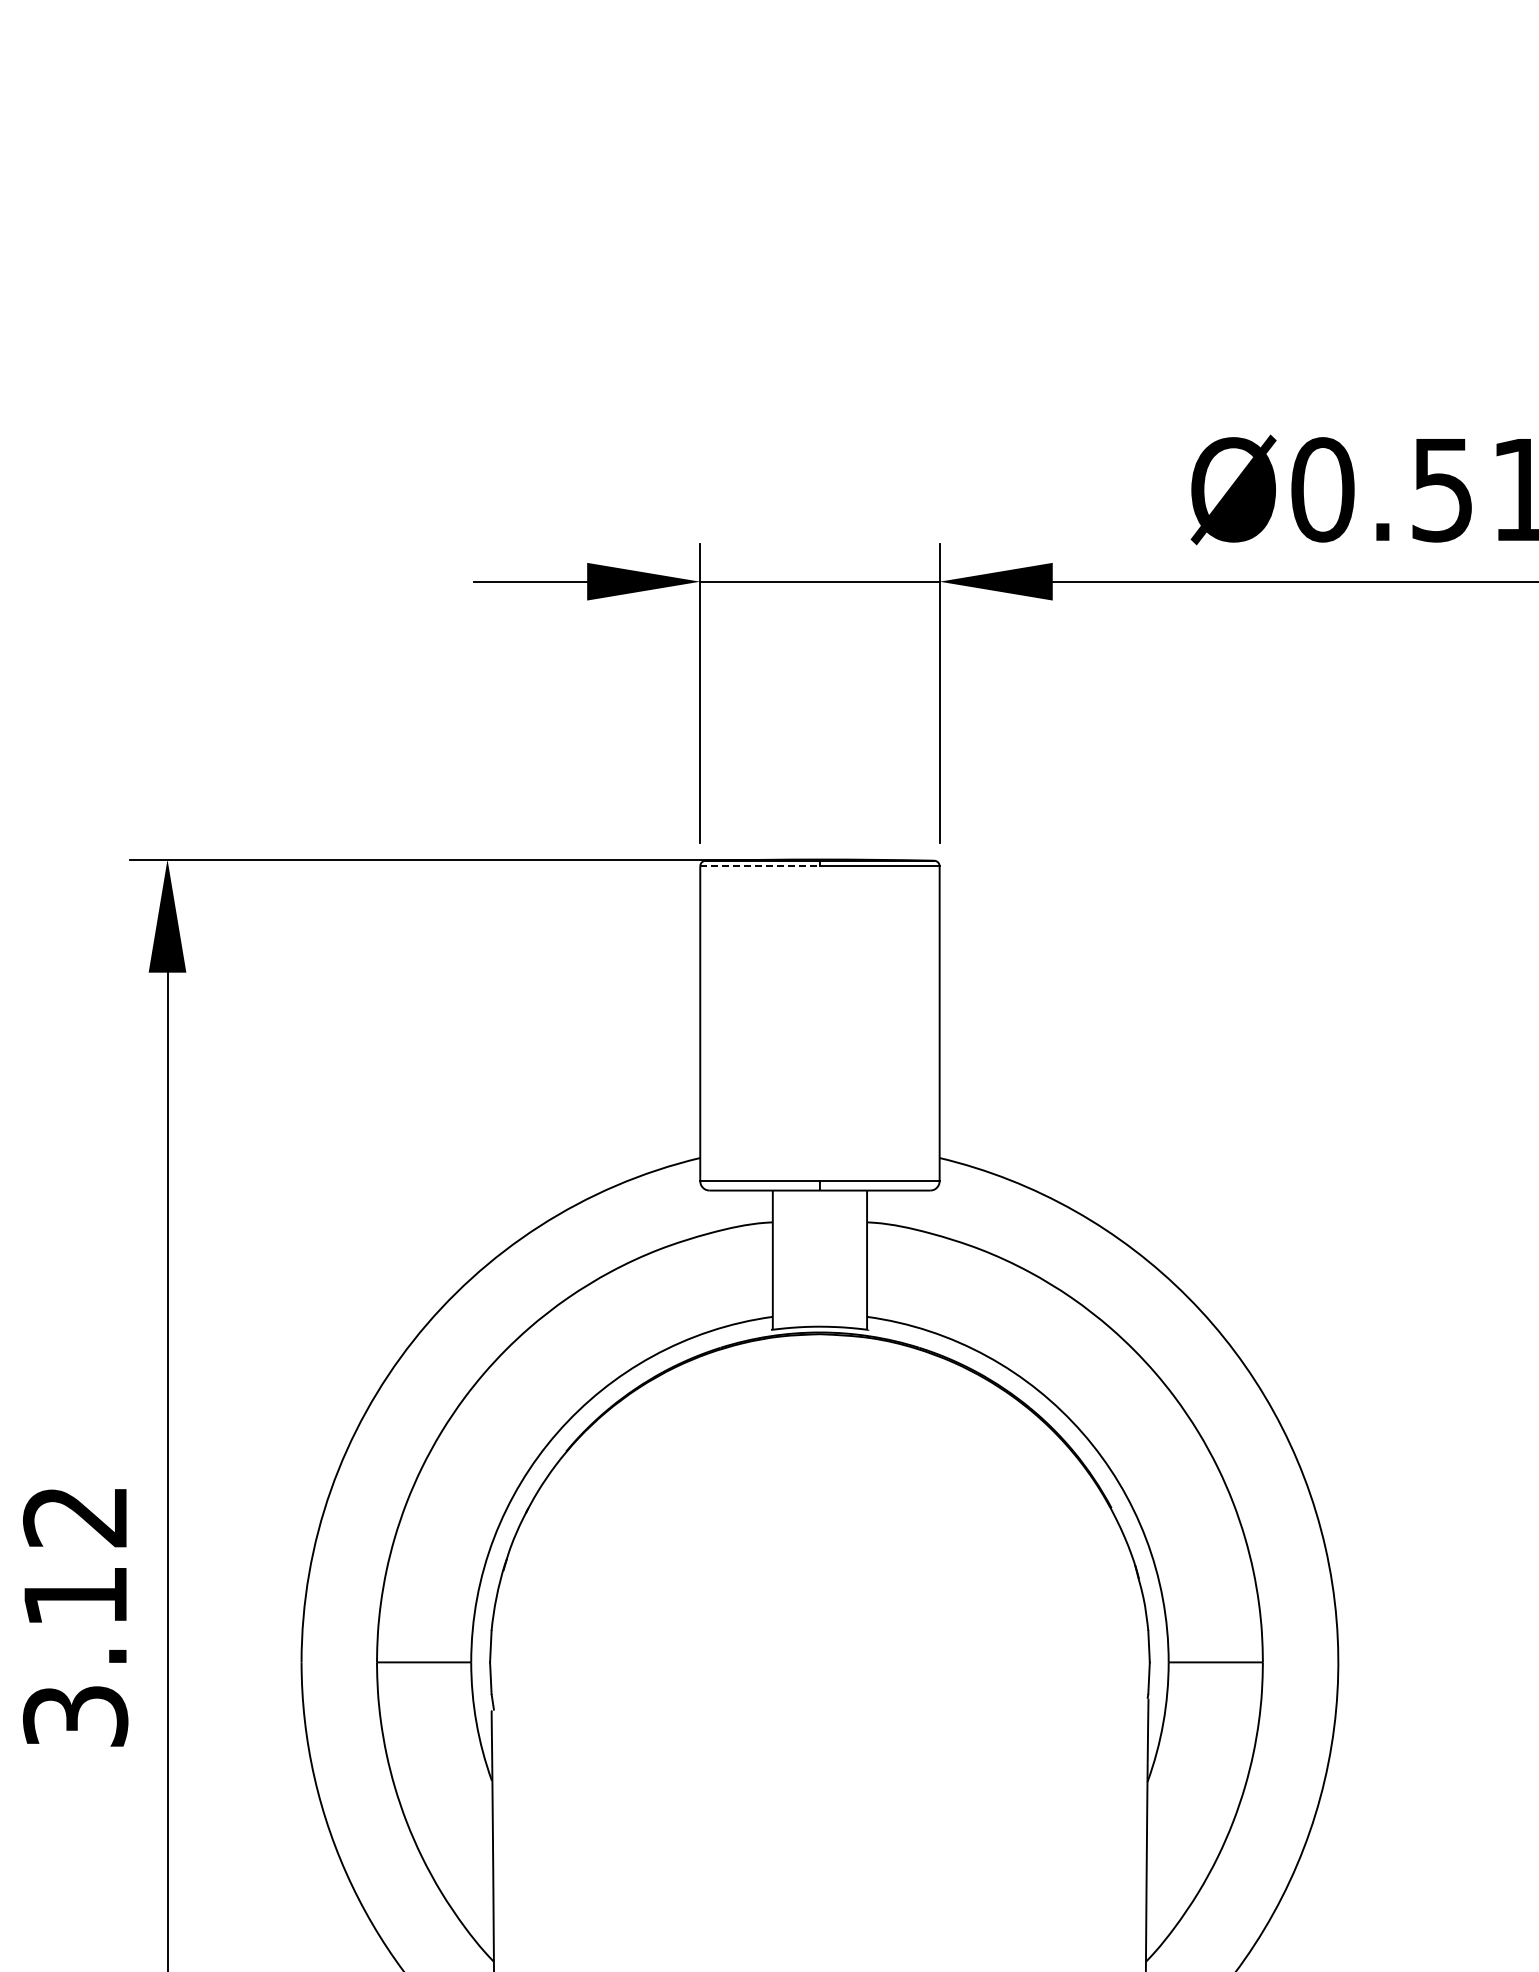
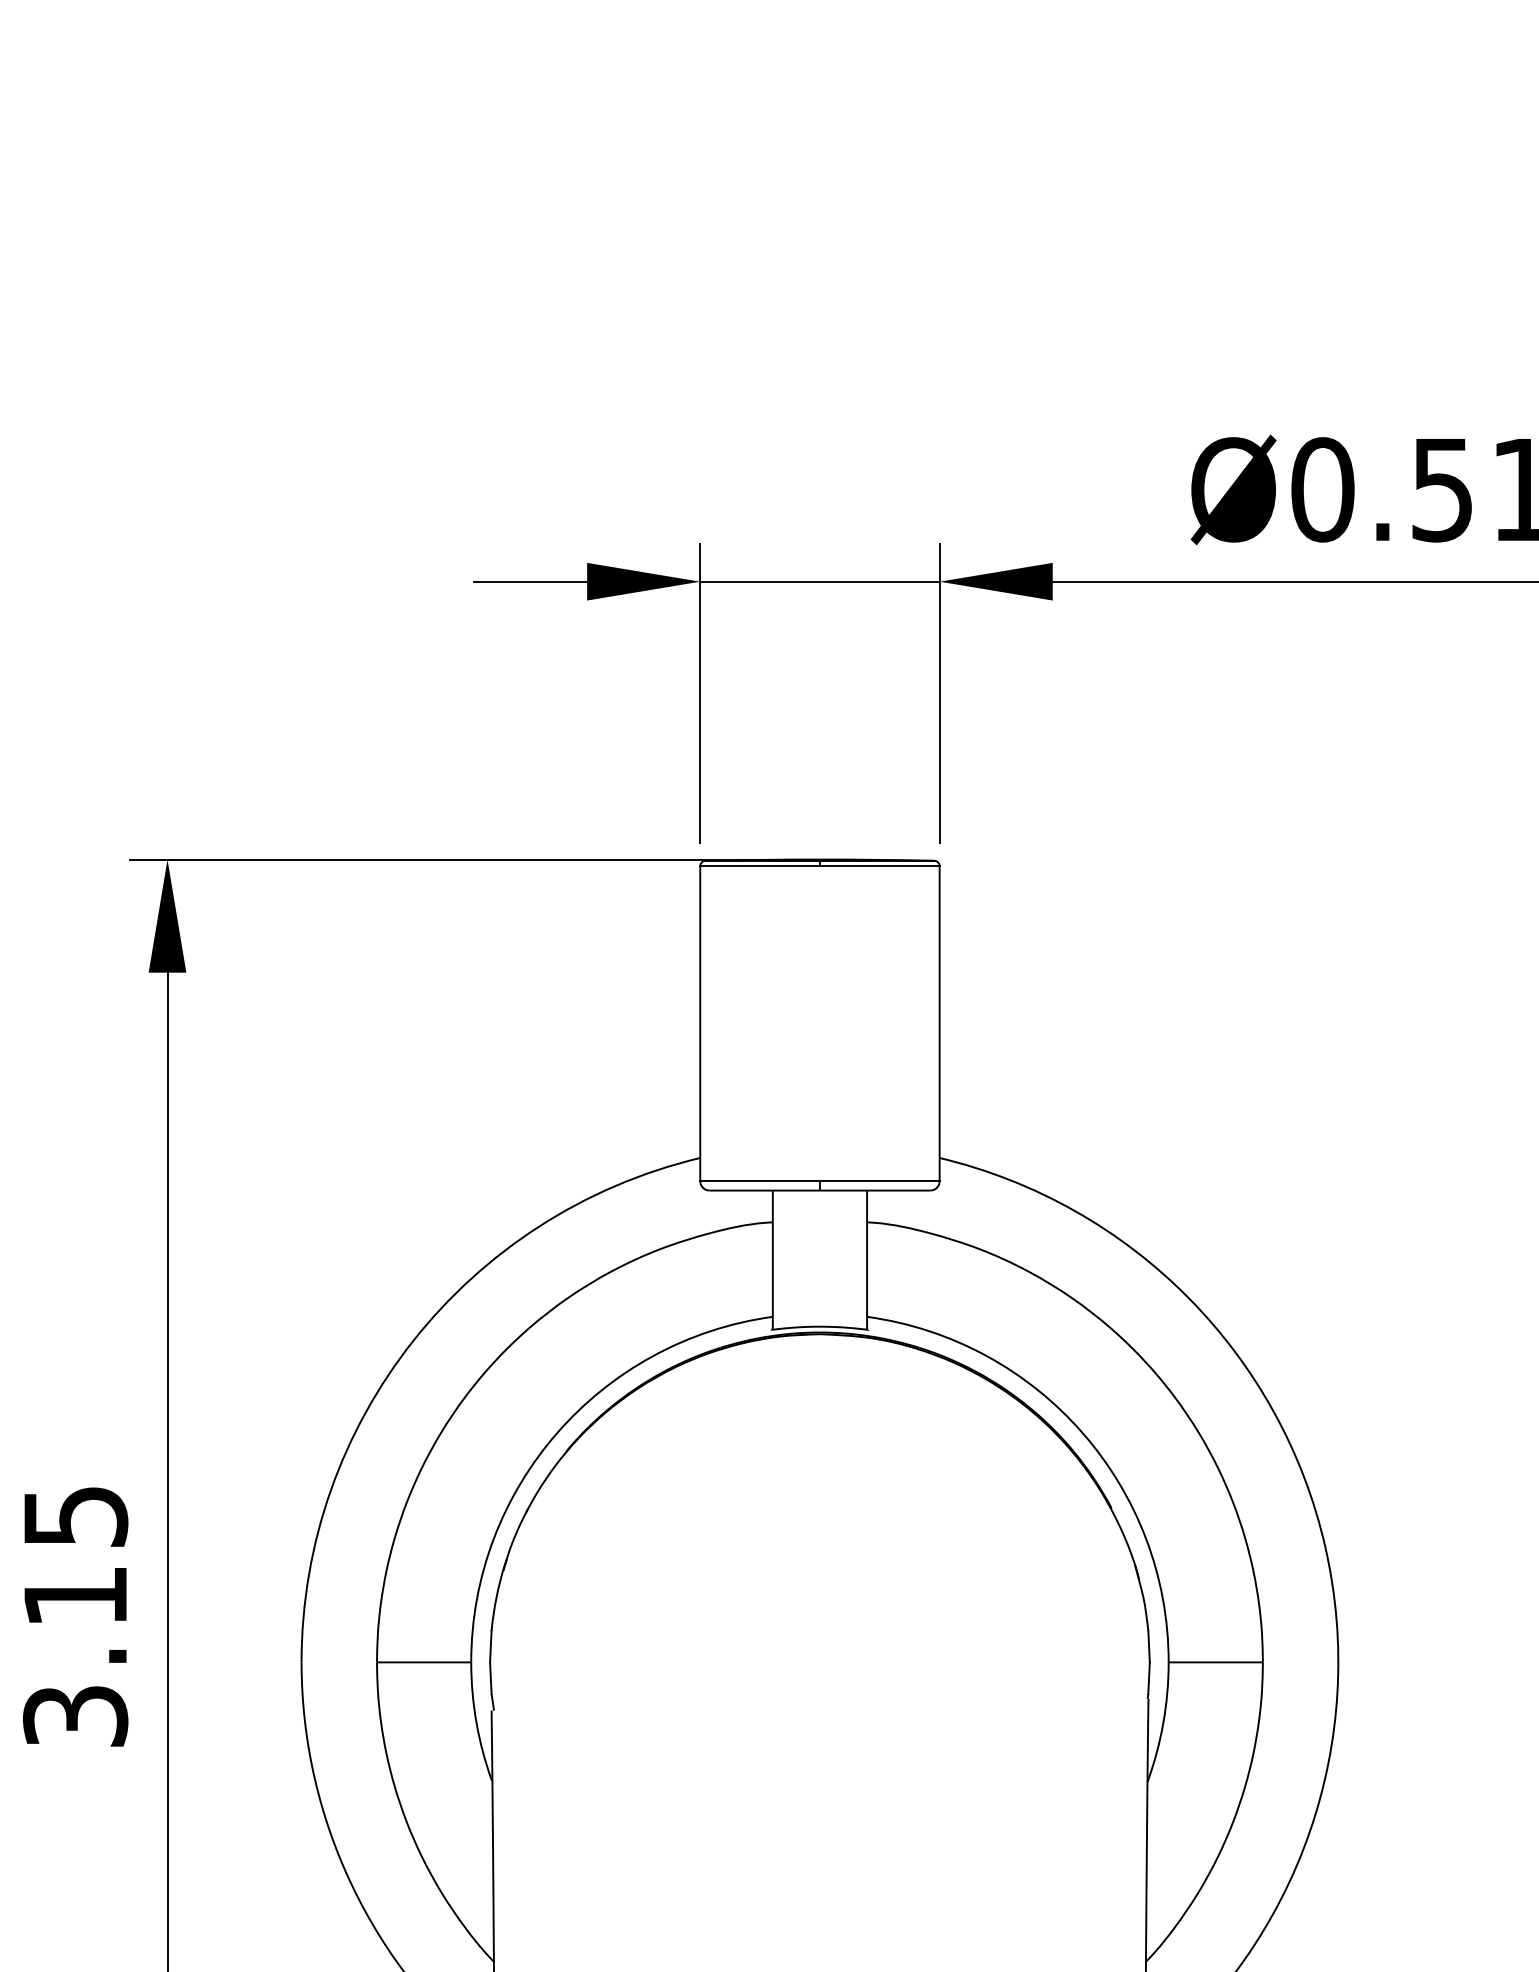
line at (760, 866): dashed -> solid
text at (75, 1517): 3.12 -> 3.15
